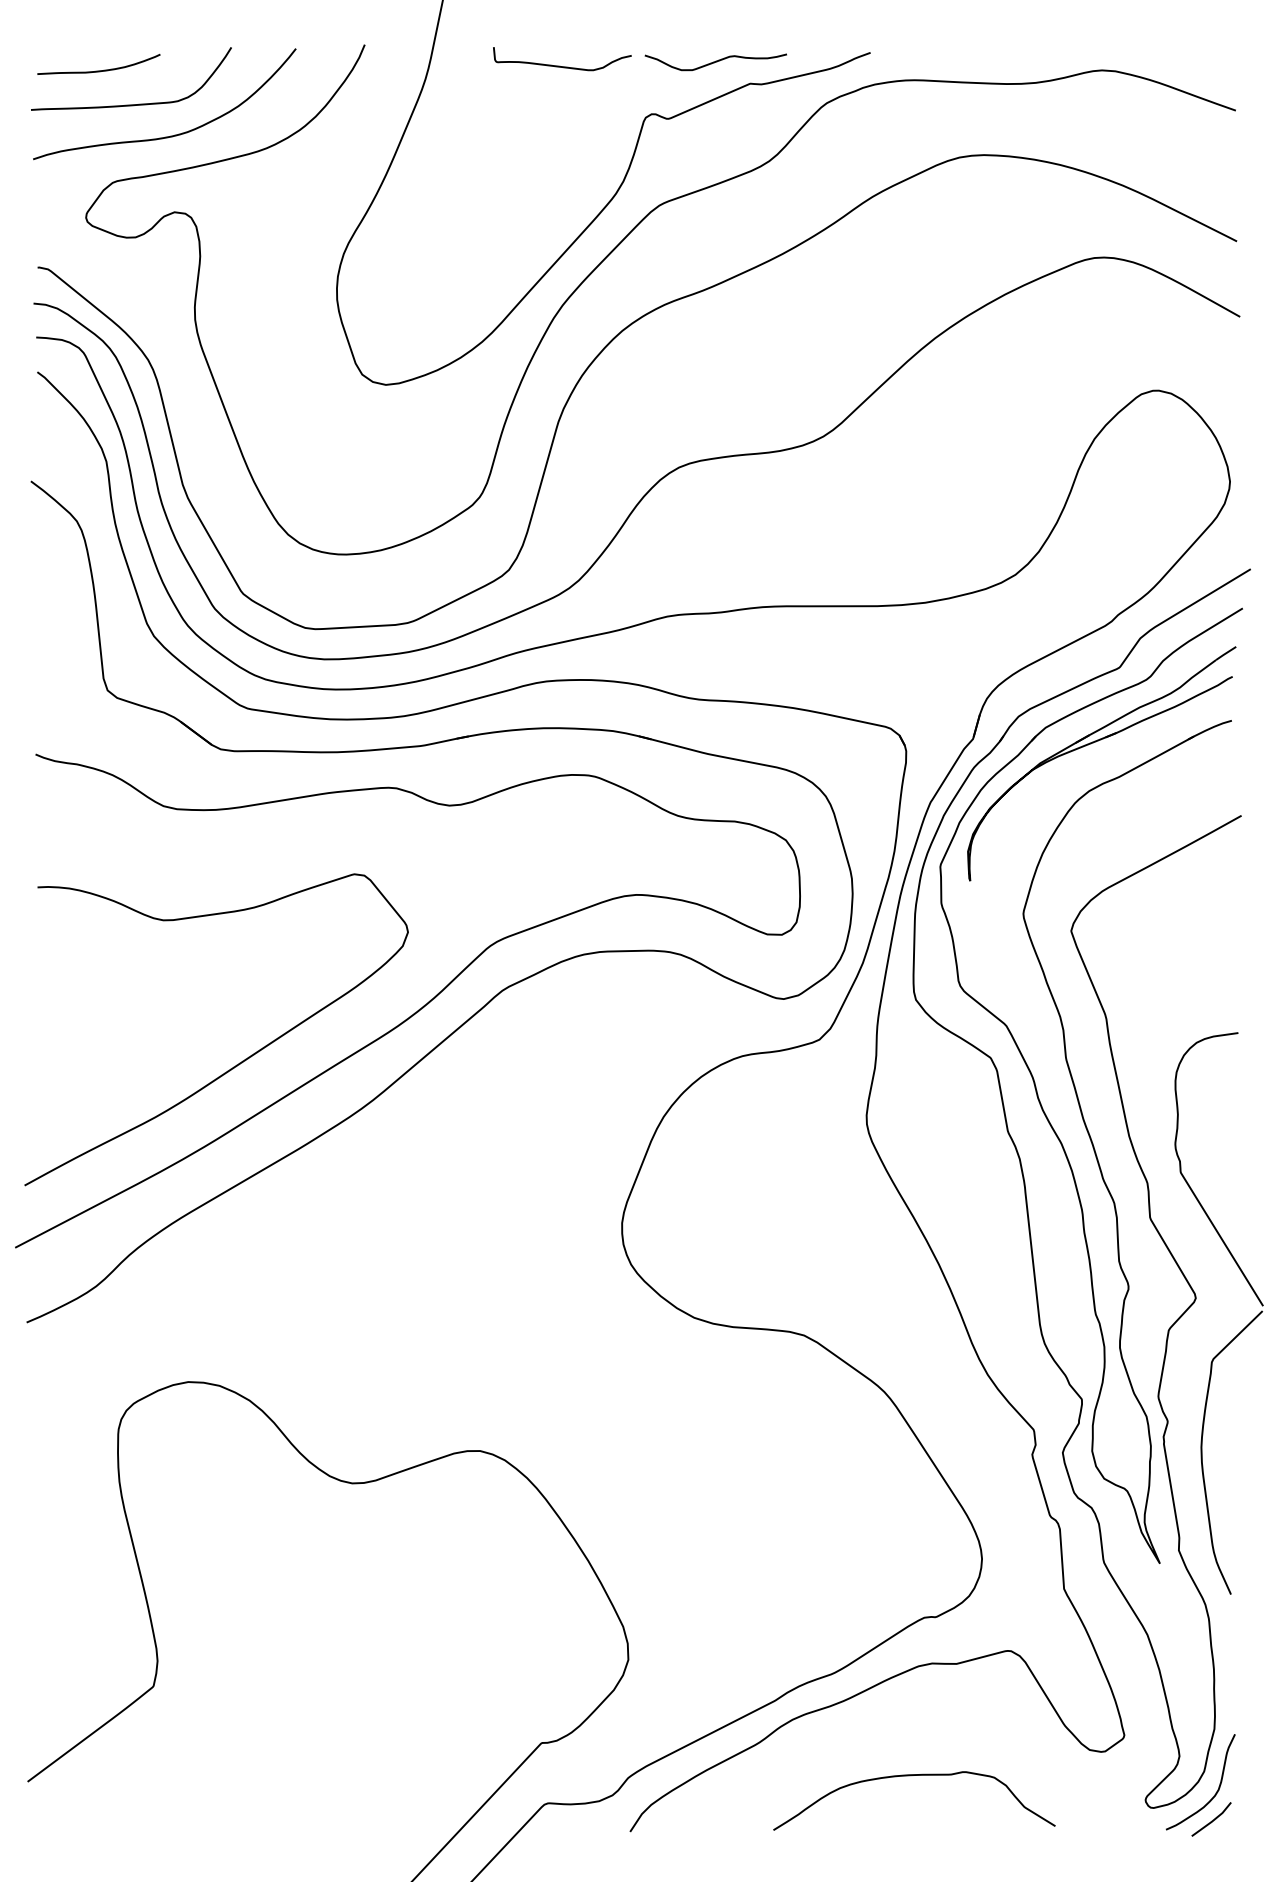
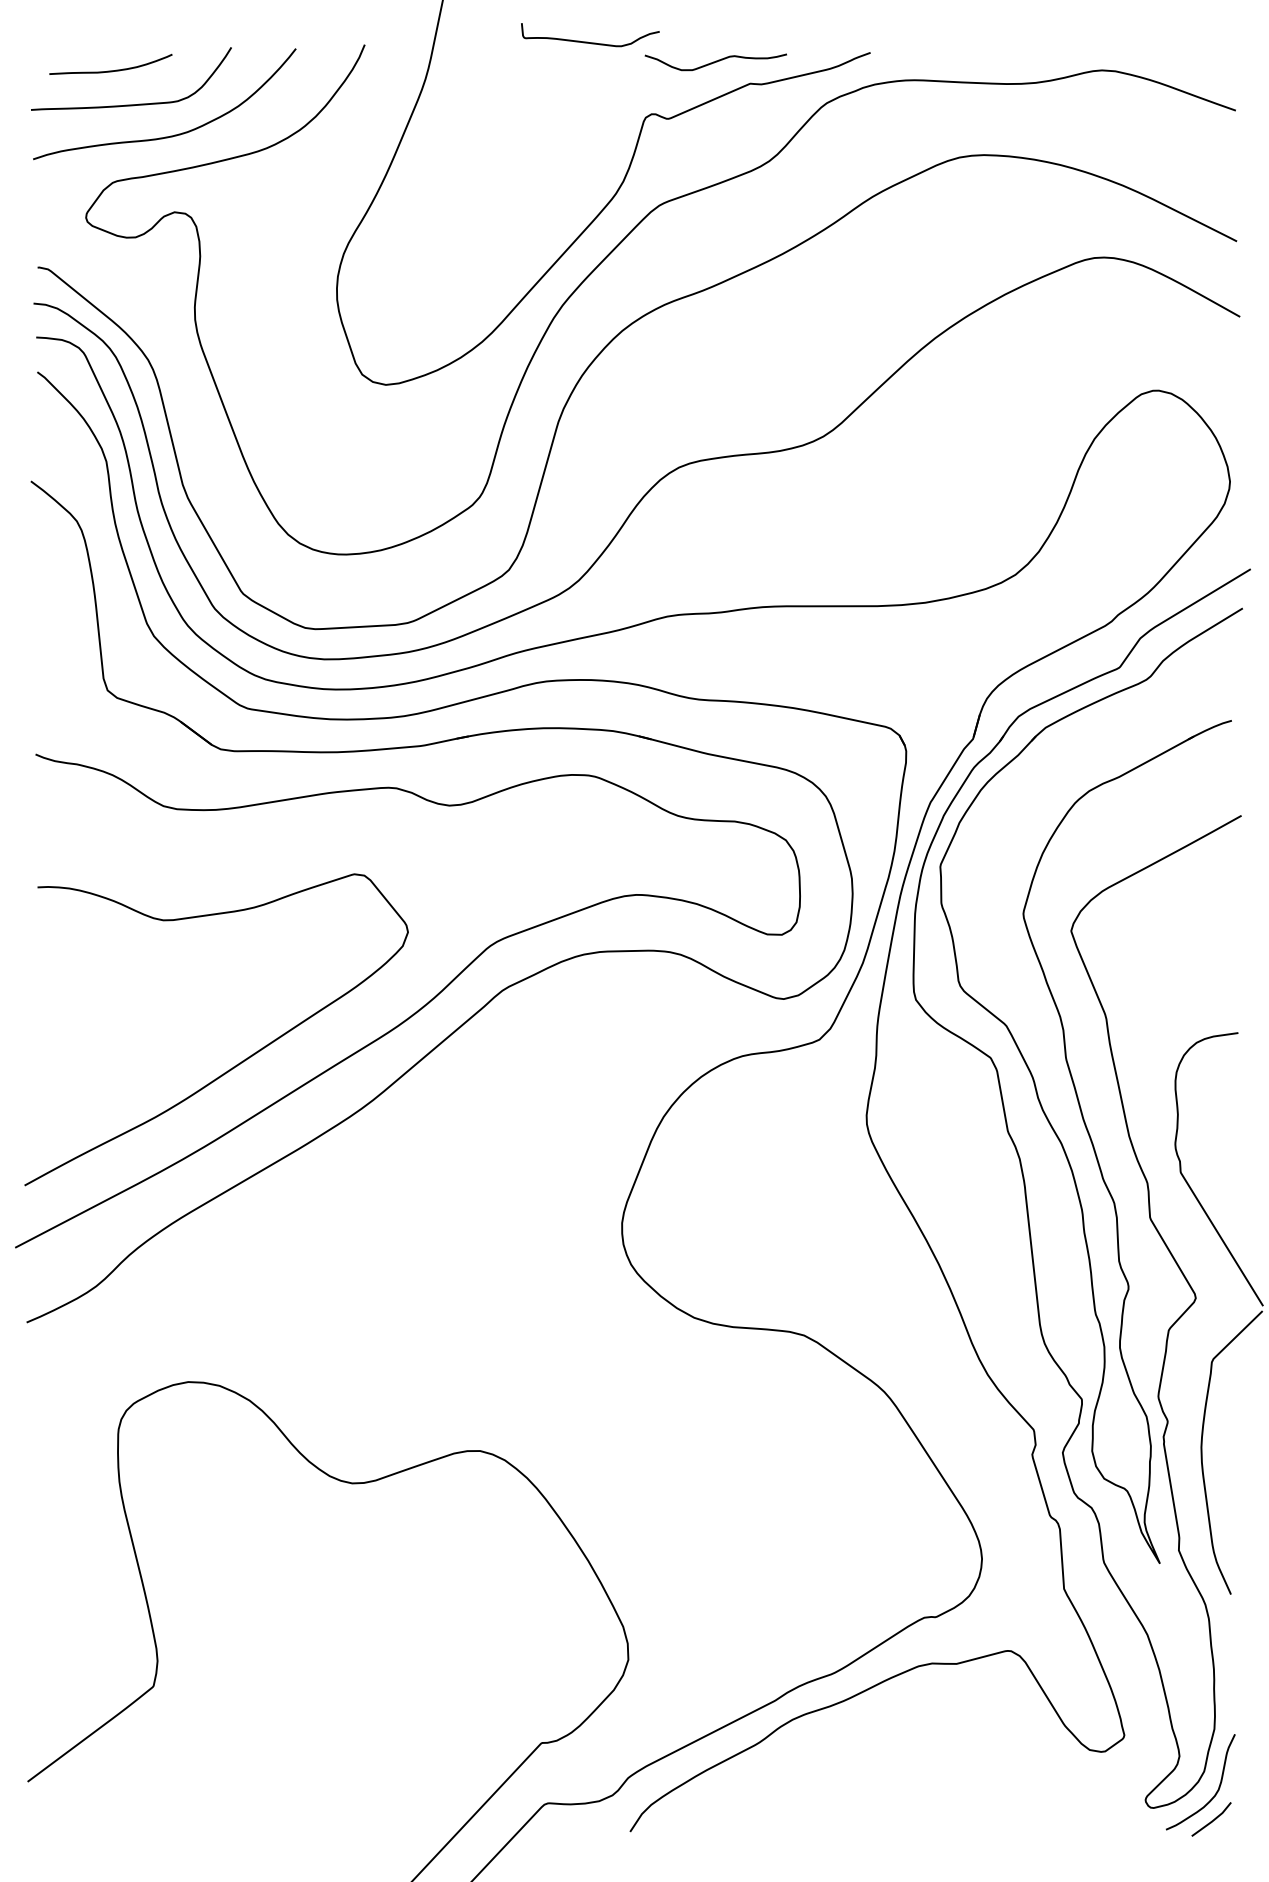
curve at (559, 65) position: (559, 65) -> (587, 41)
curve at (98, 70) position: (98, 70) -> (110, 70)
part at (1093, 743): present -> none
curve at (911, 1776): present -> none
